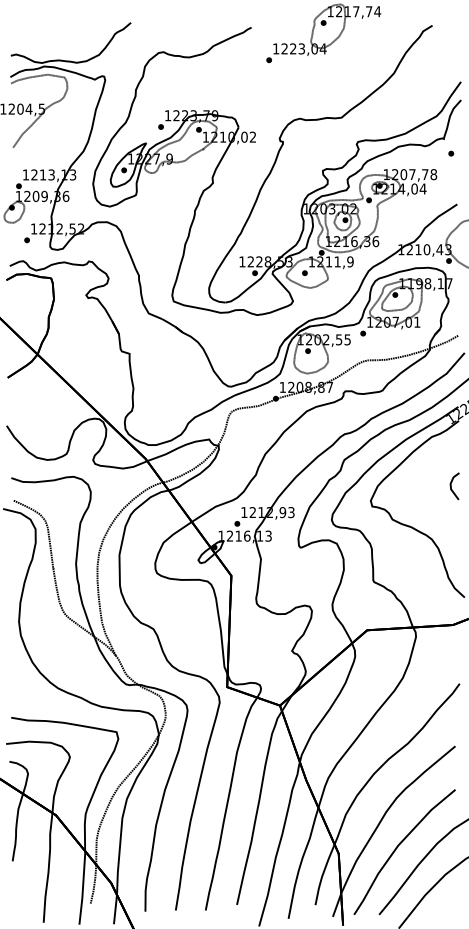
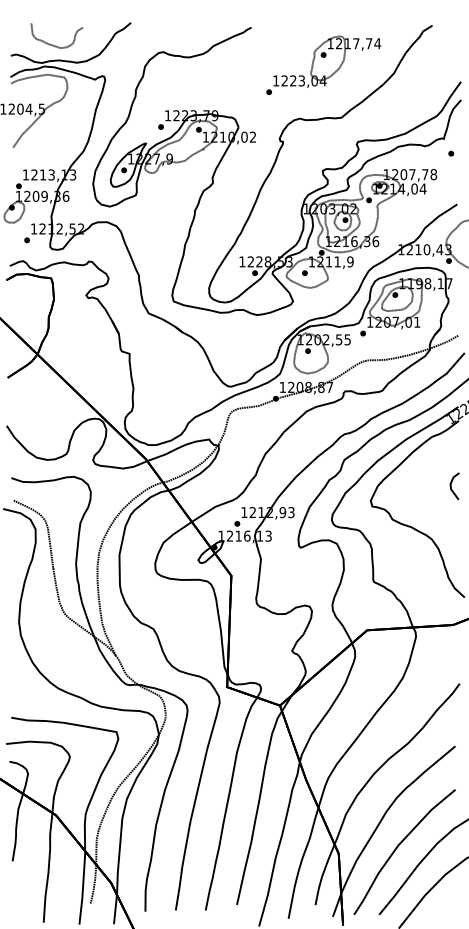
part at (323, 33) position: (323, 33) -> (323, 65)
part at (53, 44): none -> present
